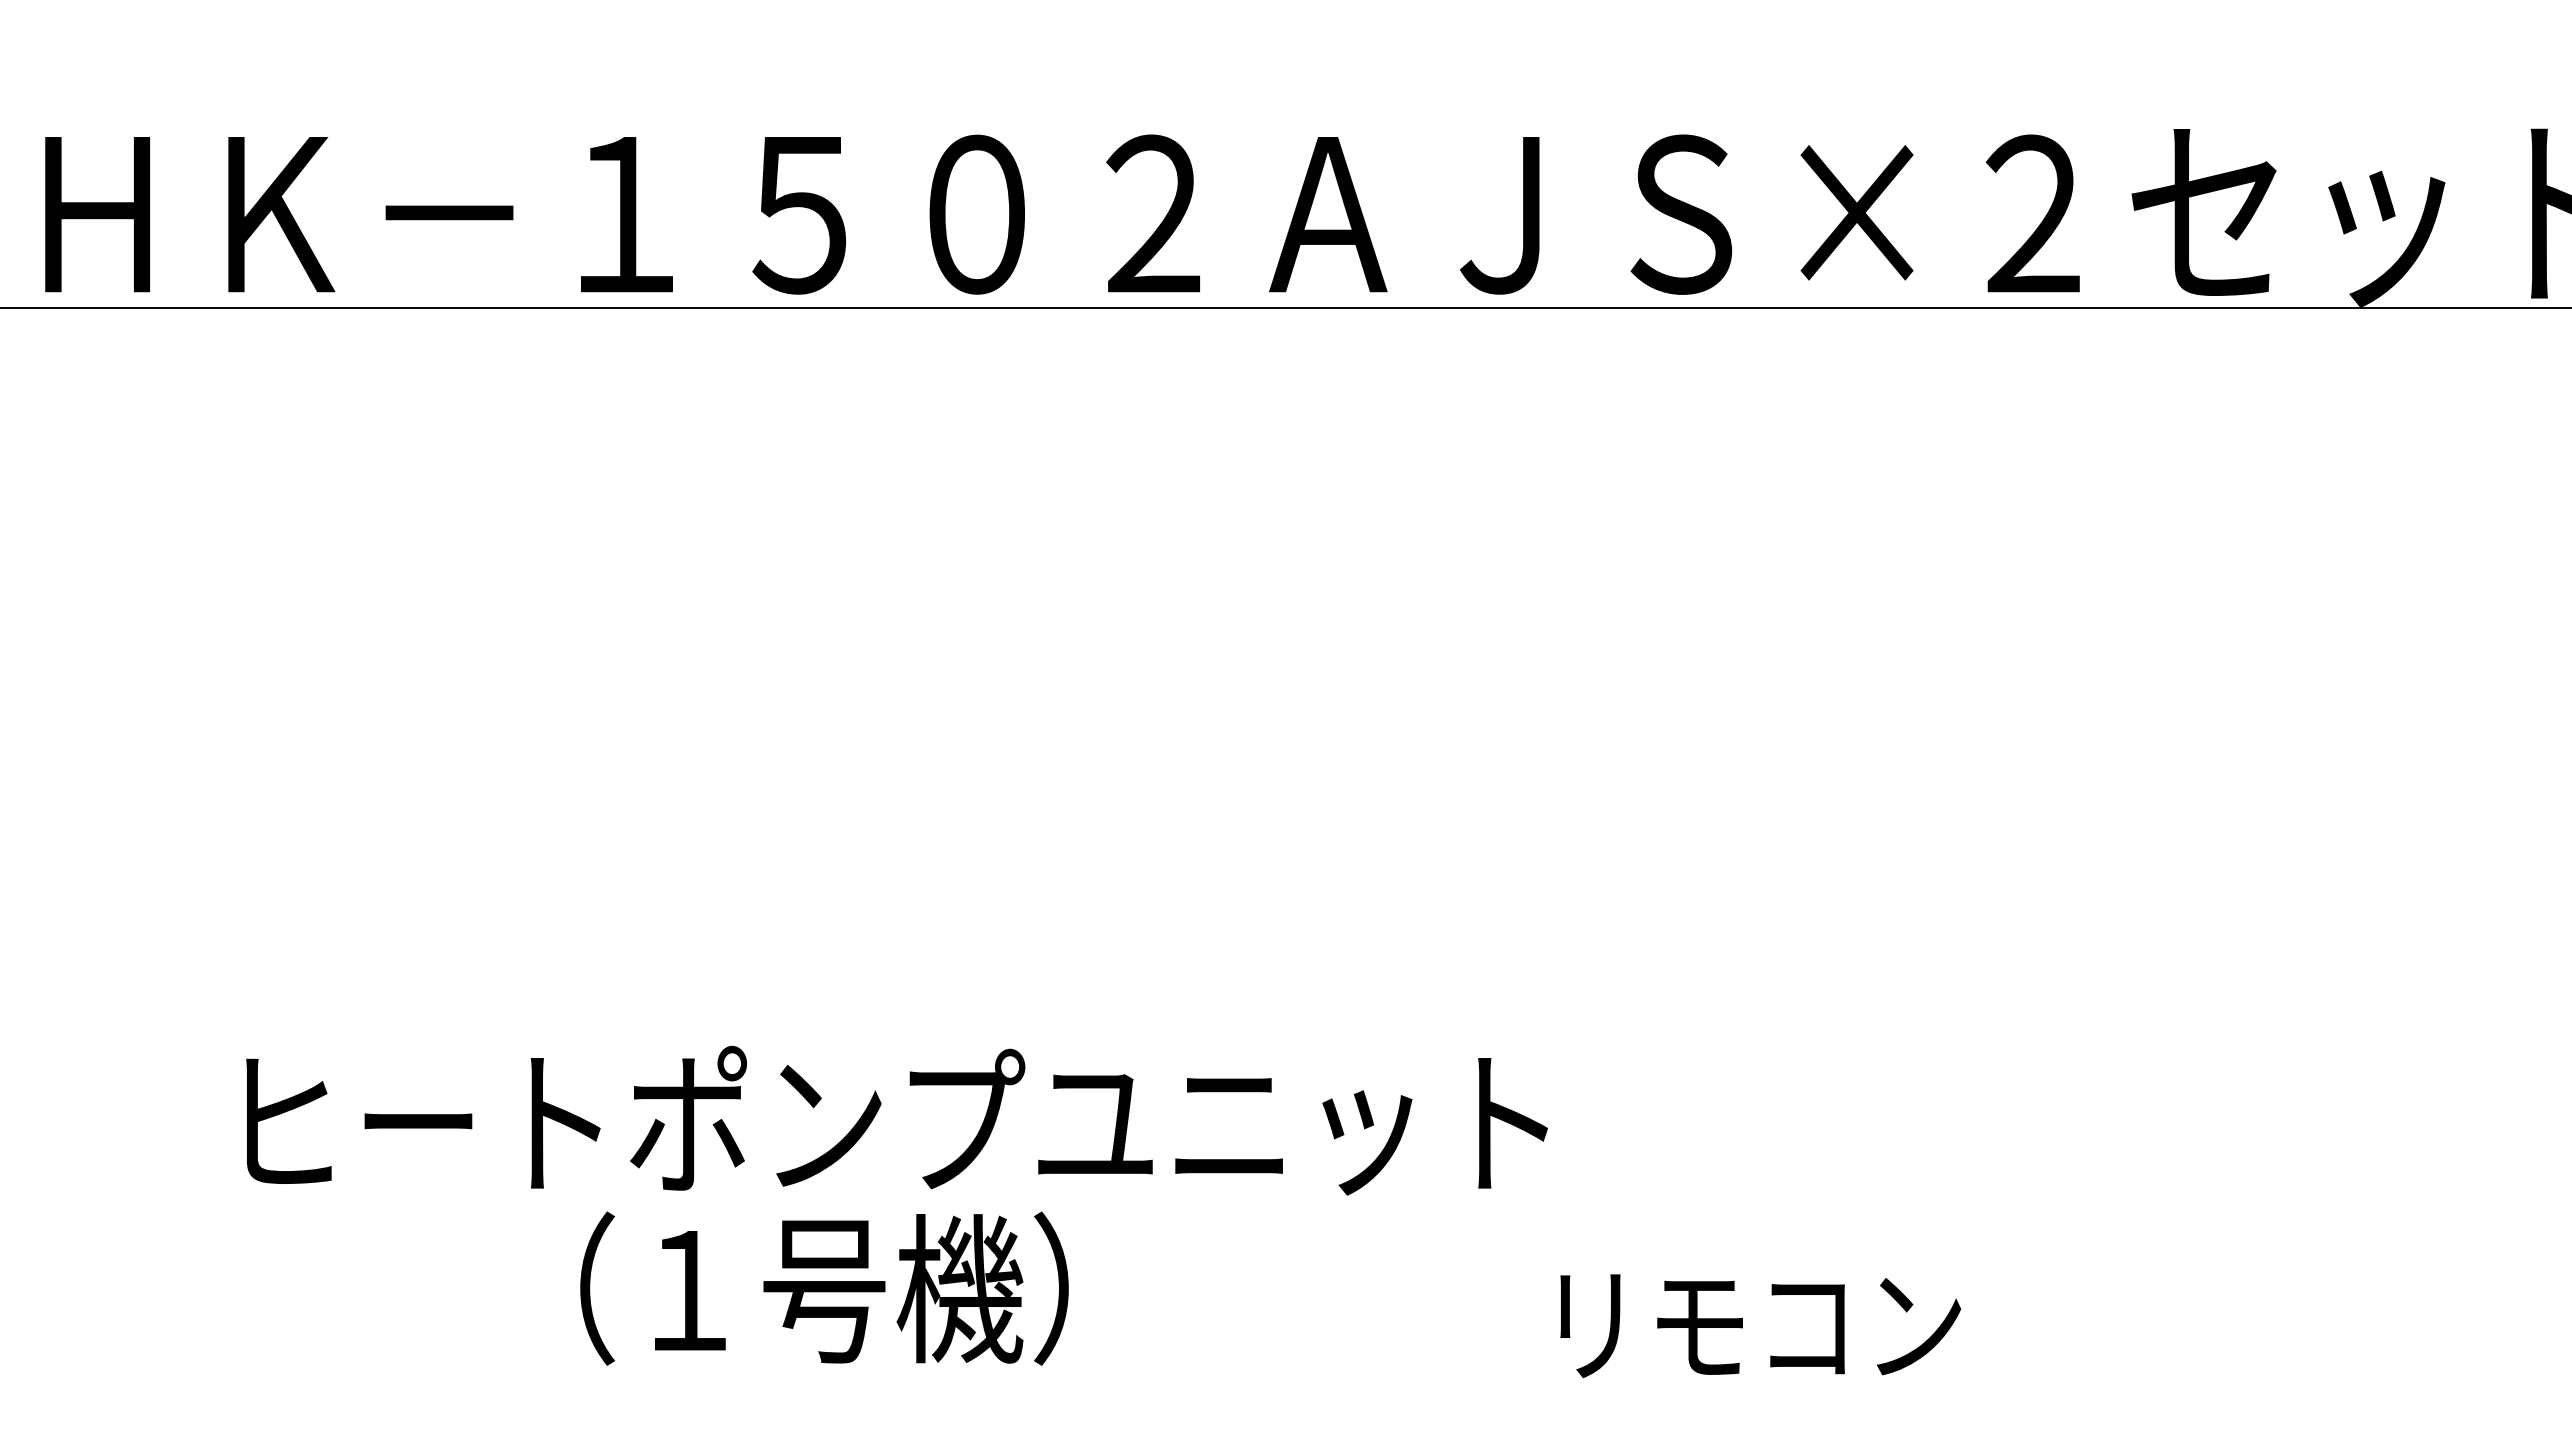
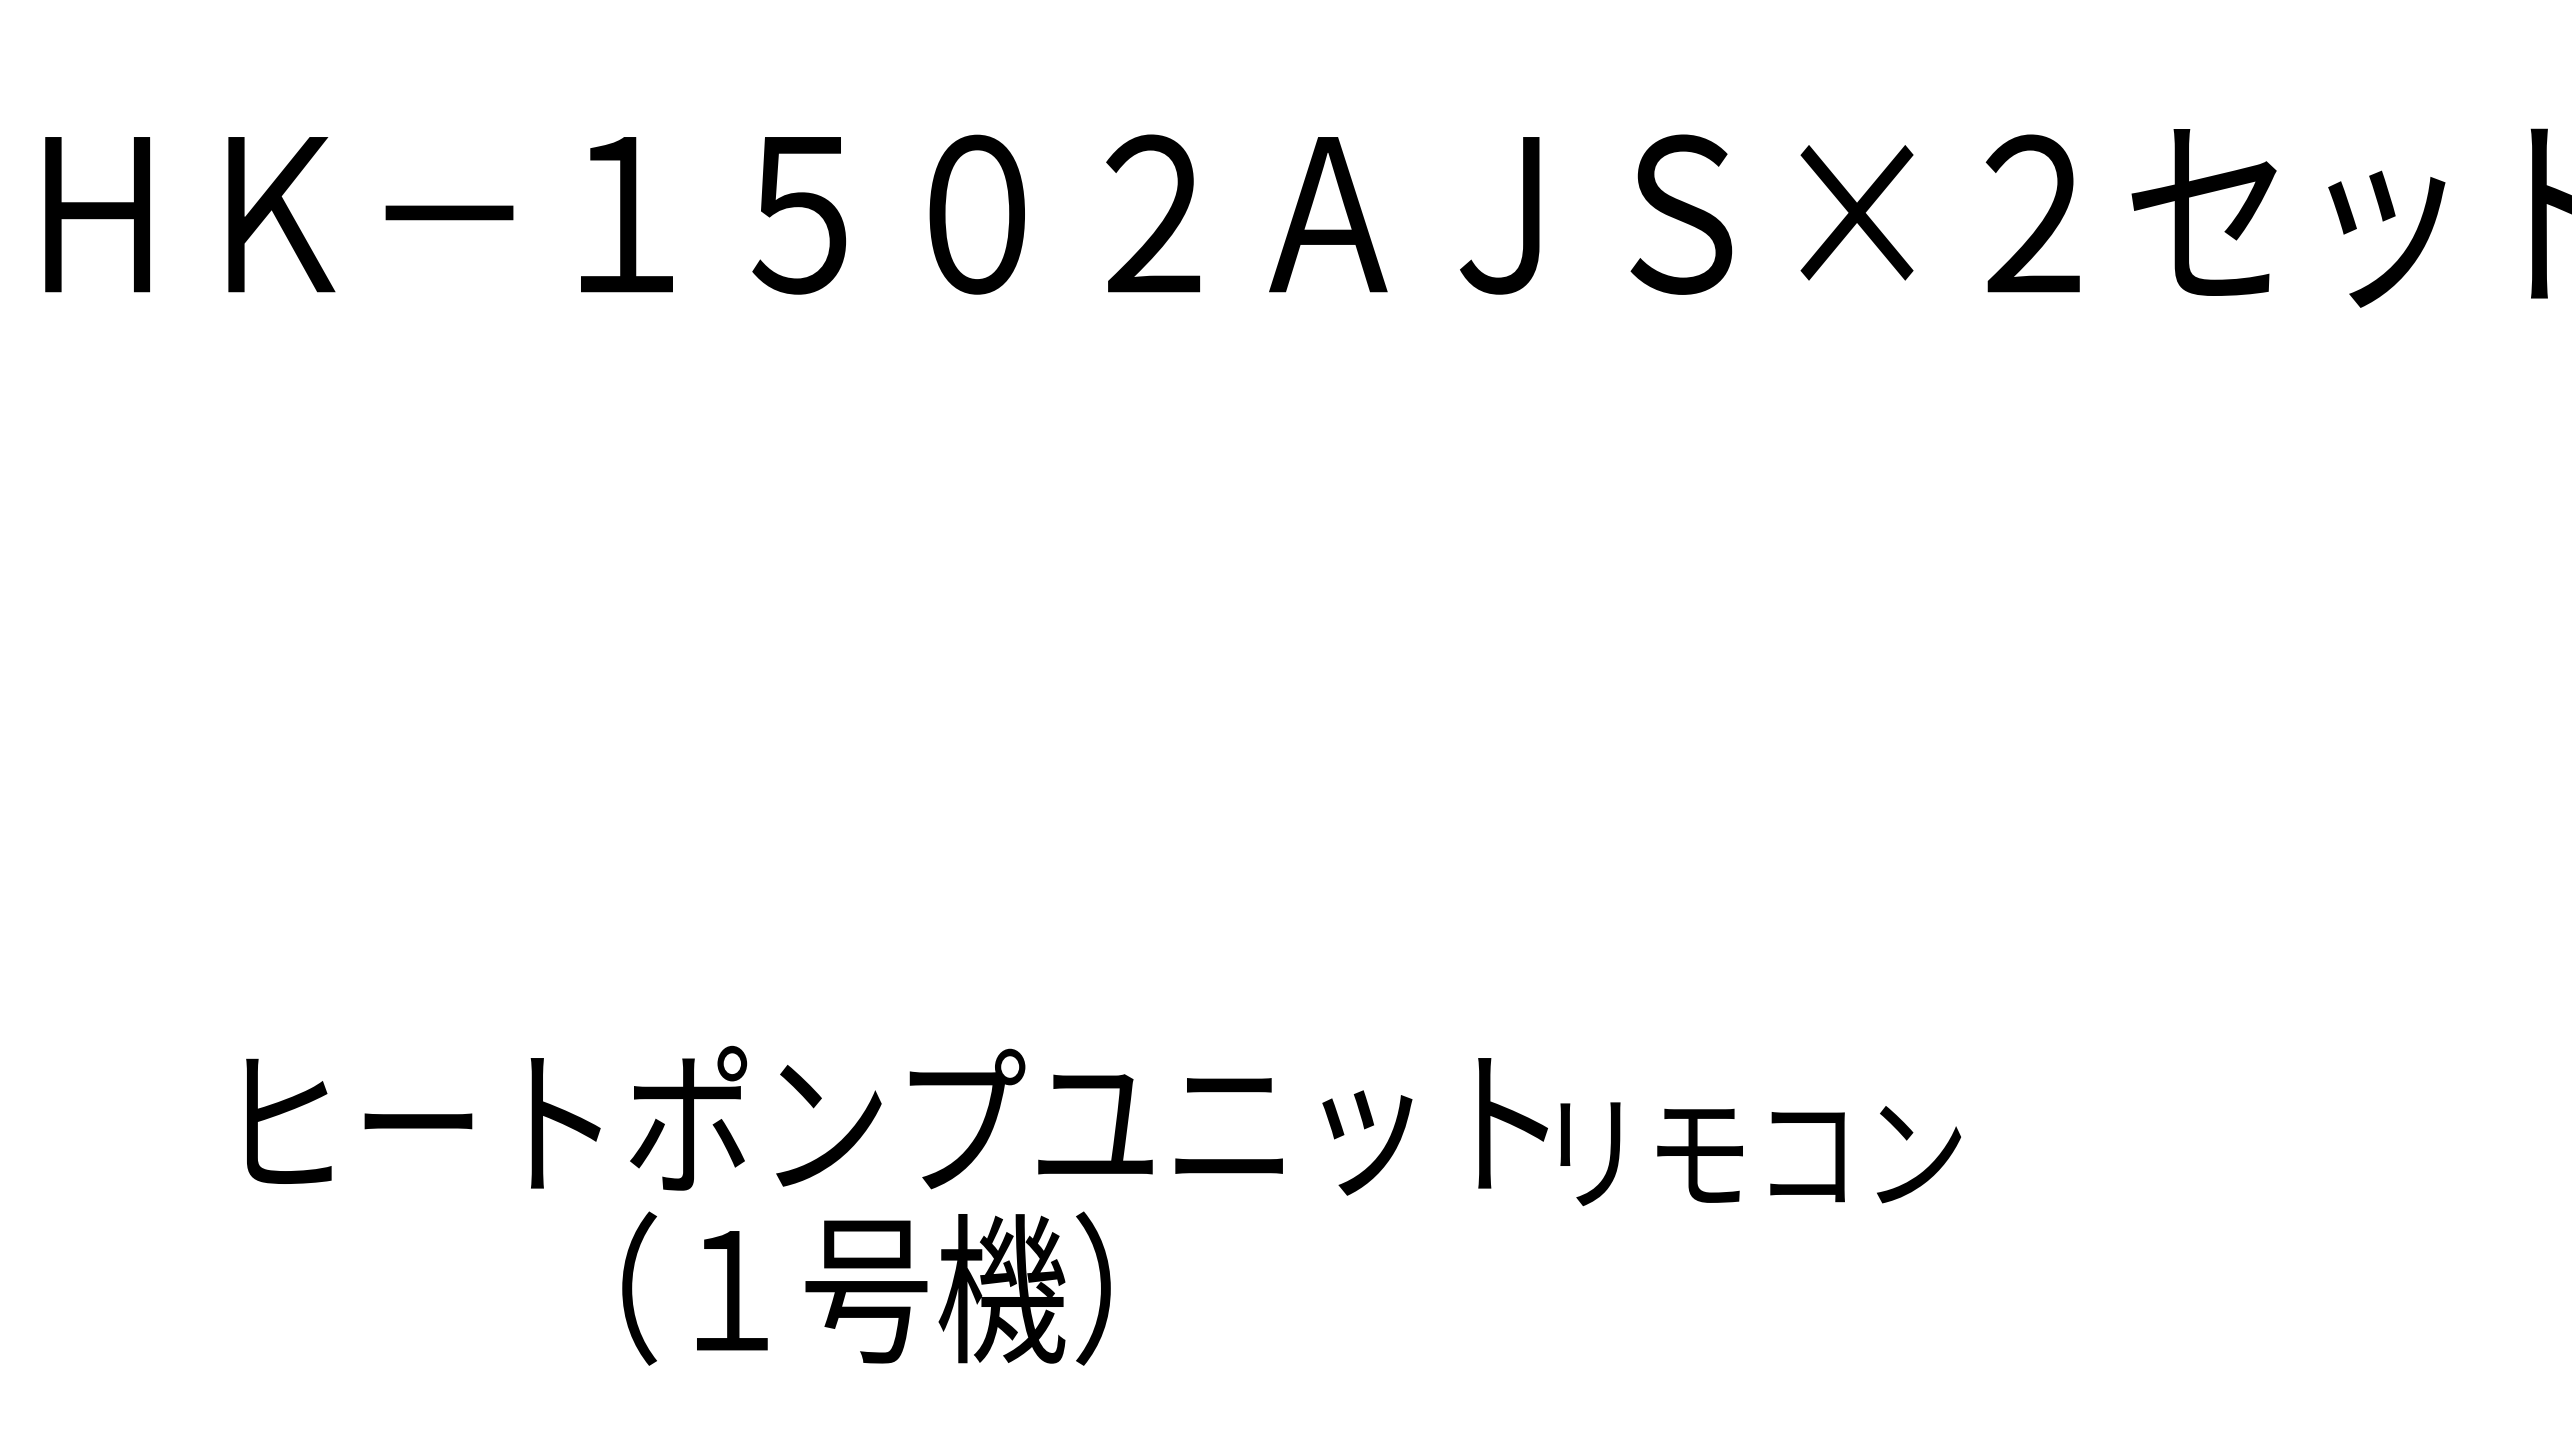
line at (1285, 307): present -> none
text at (824, 1288) position: (824, 1288) -> (866, 1288)
text at (1760, 1326) position: (1760, 1326) -> (1760, 1154)
